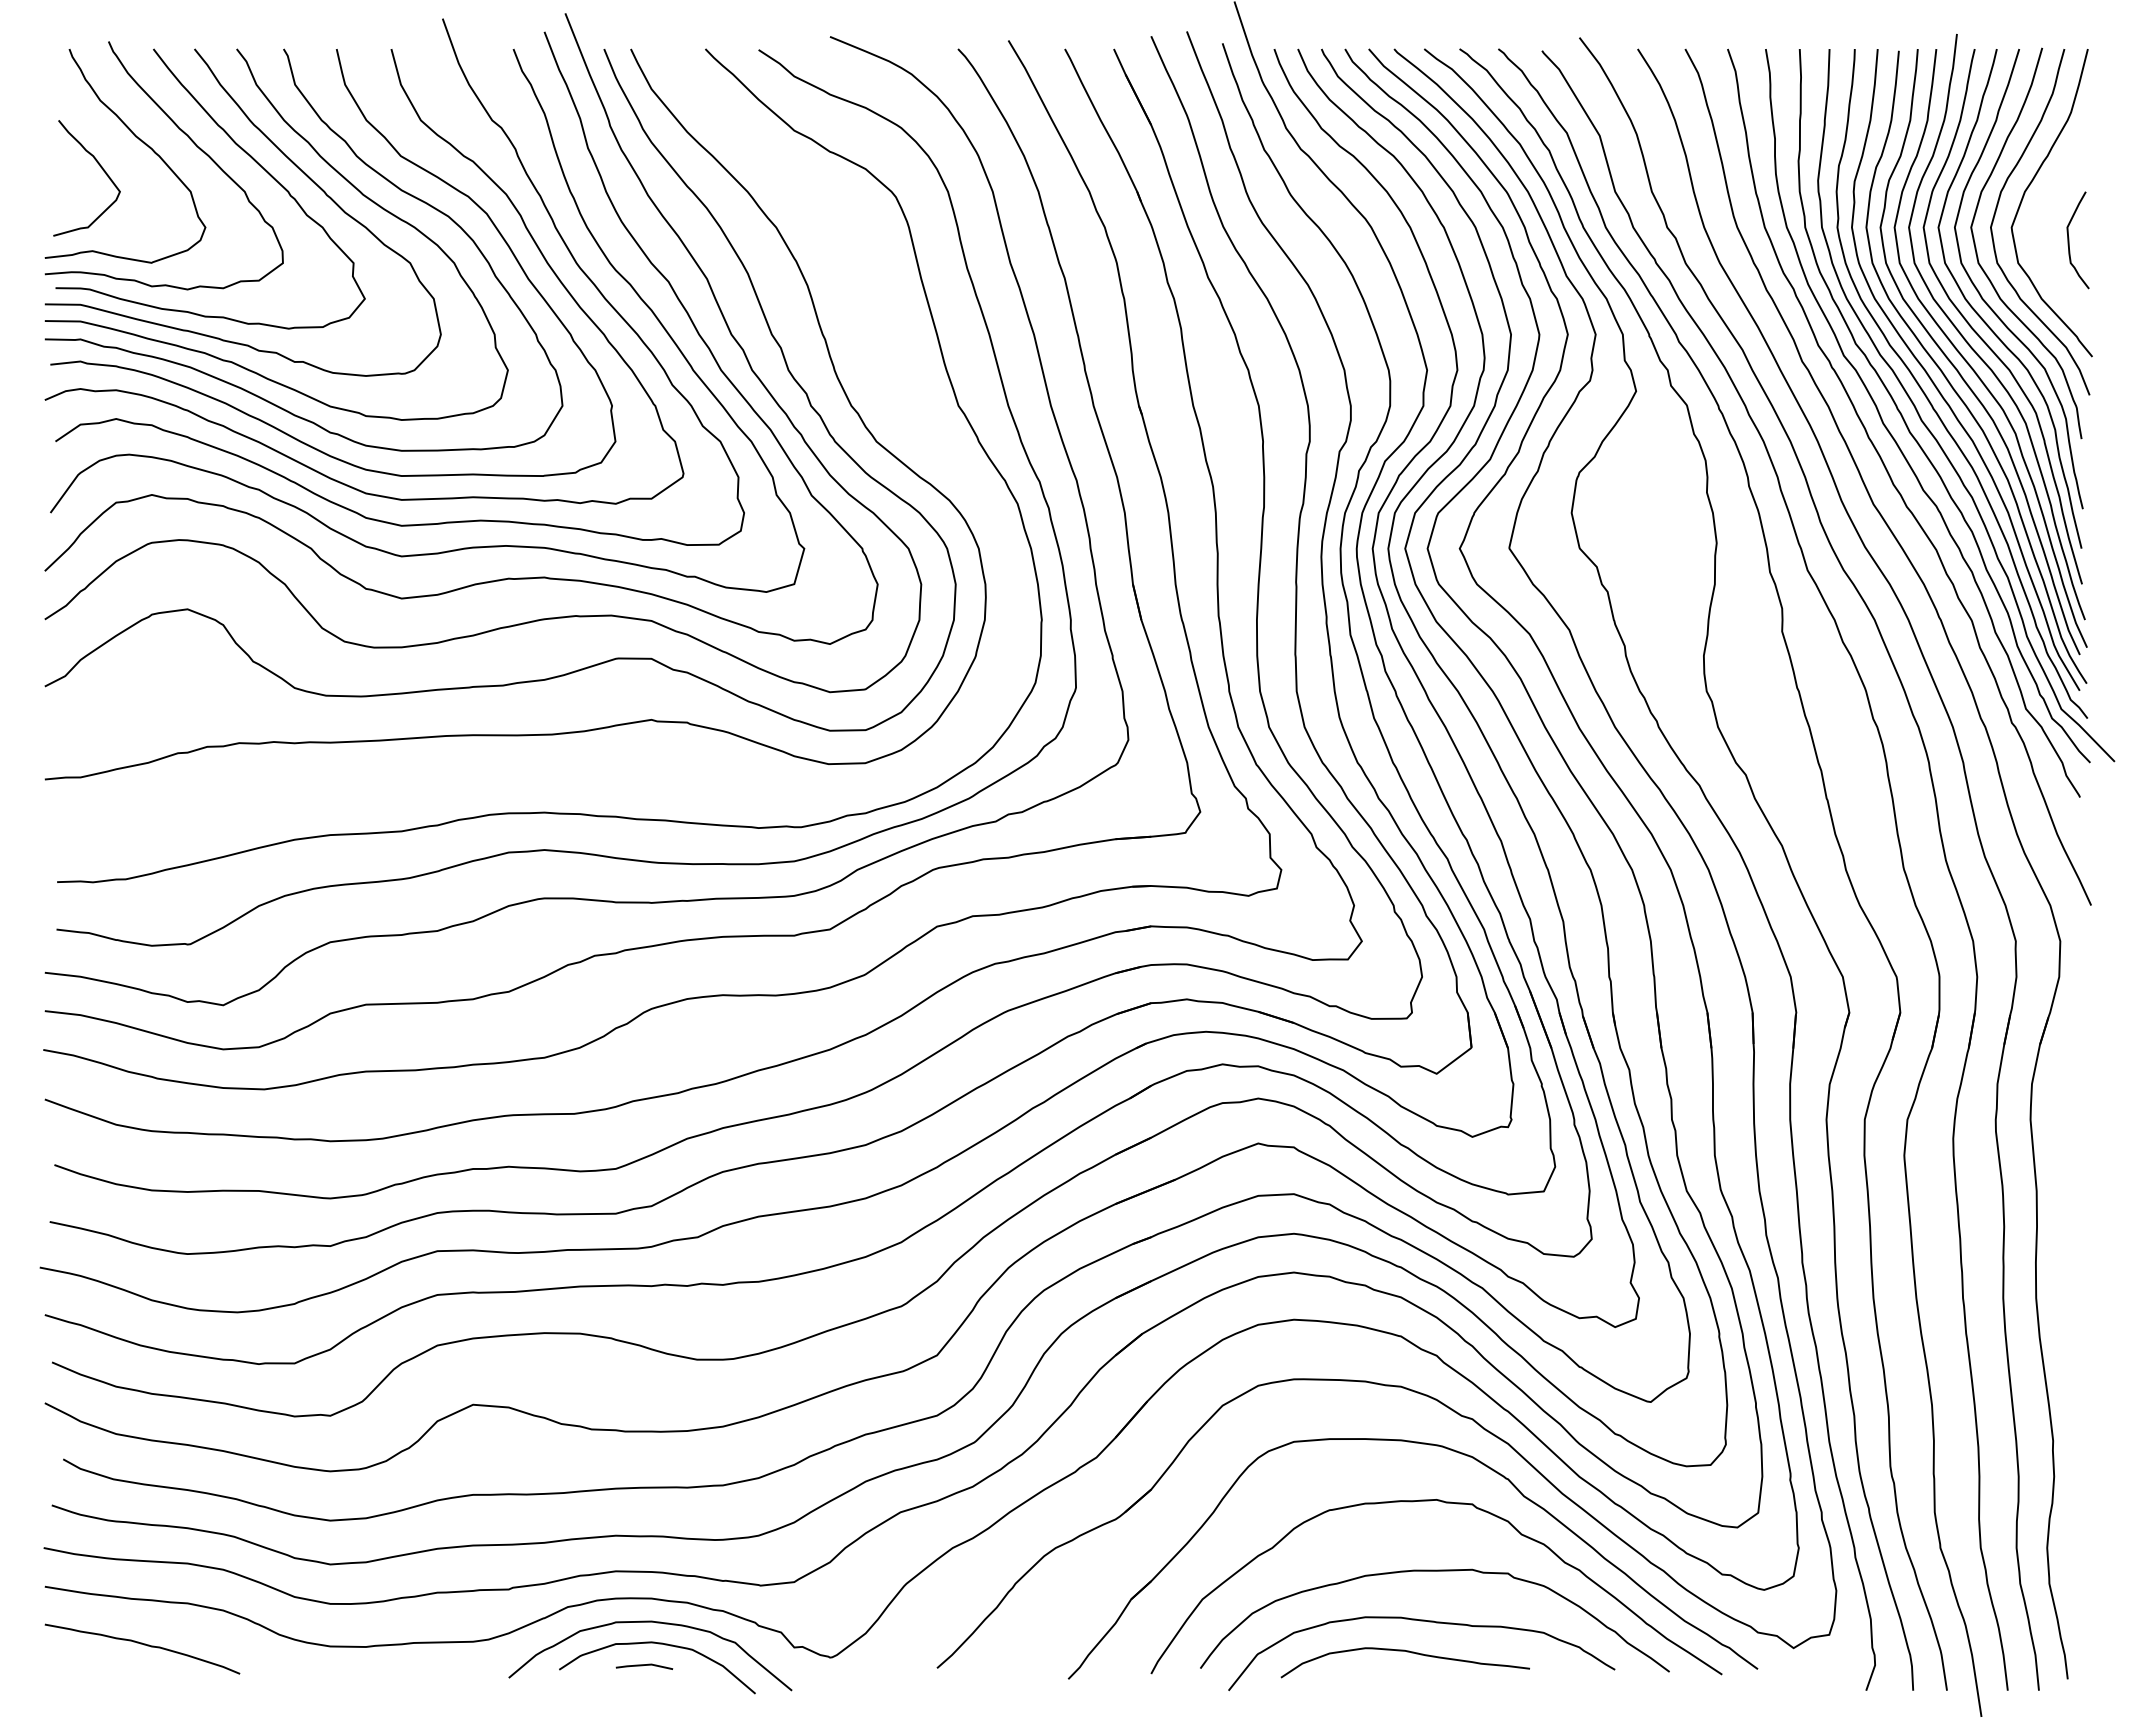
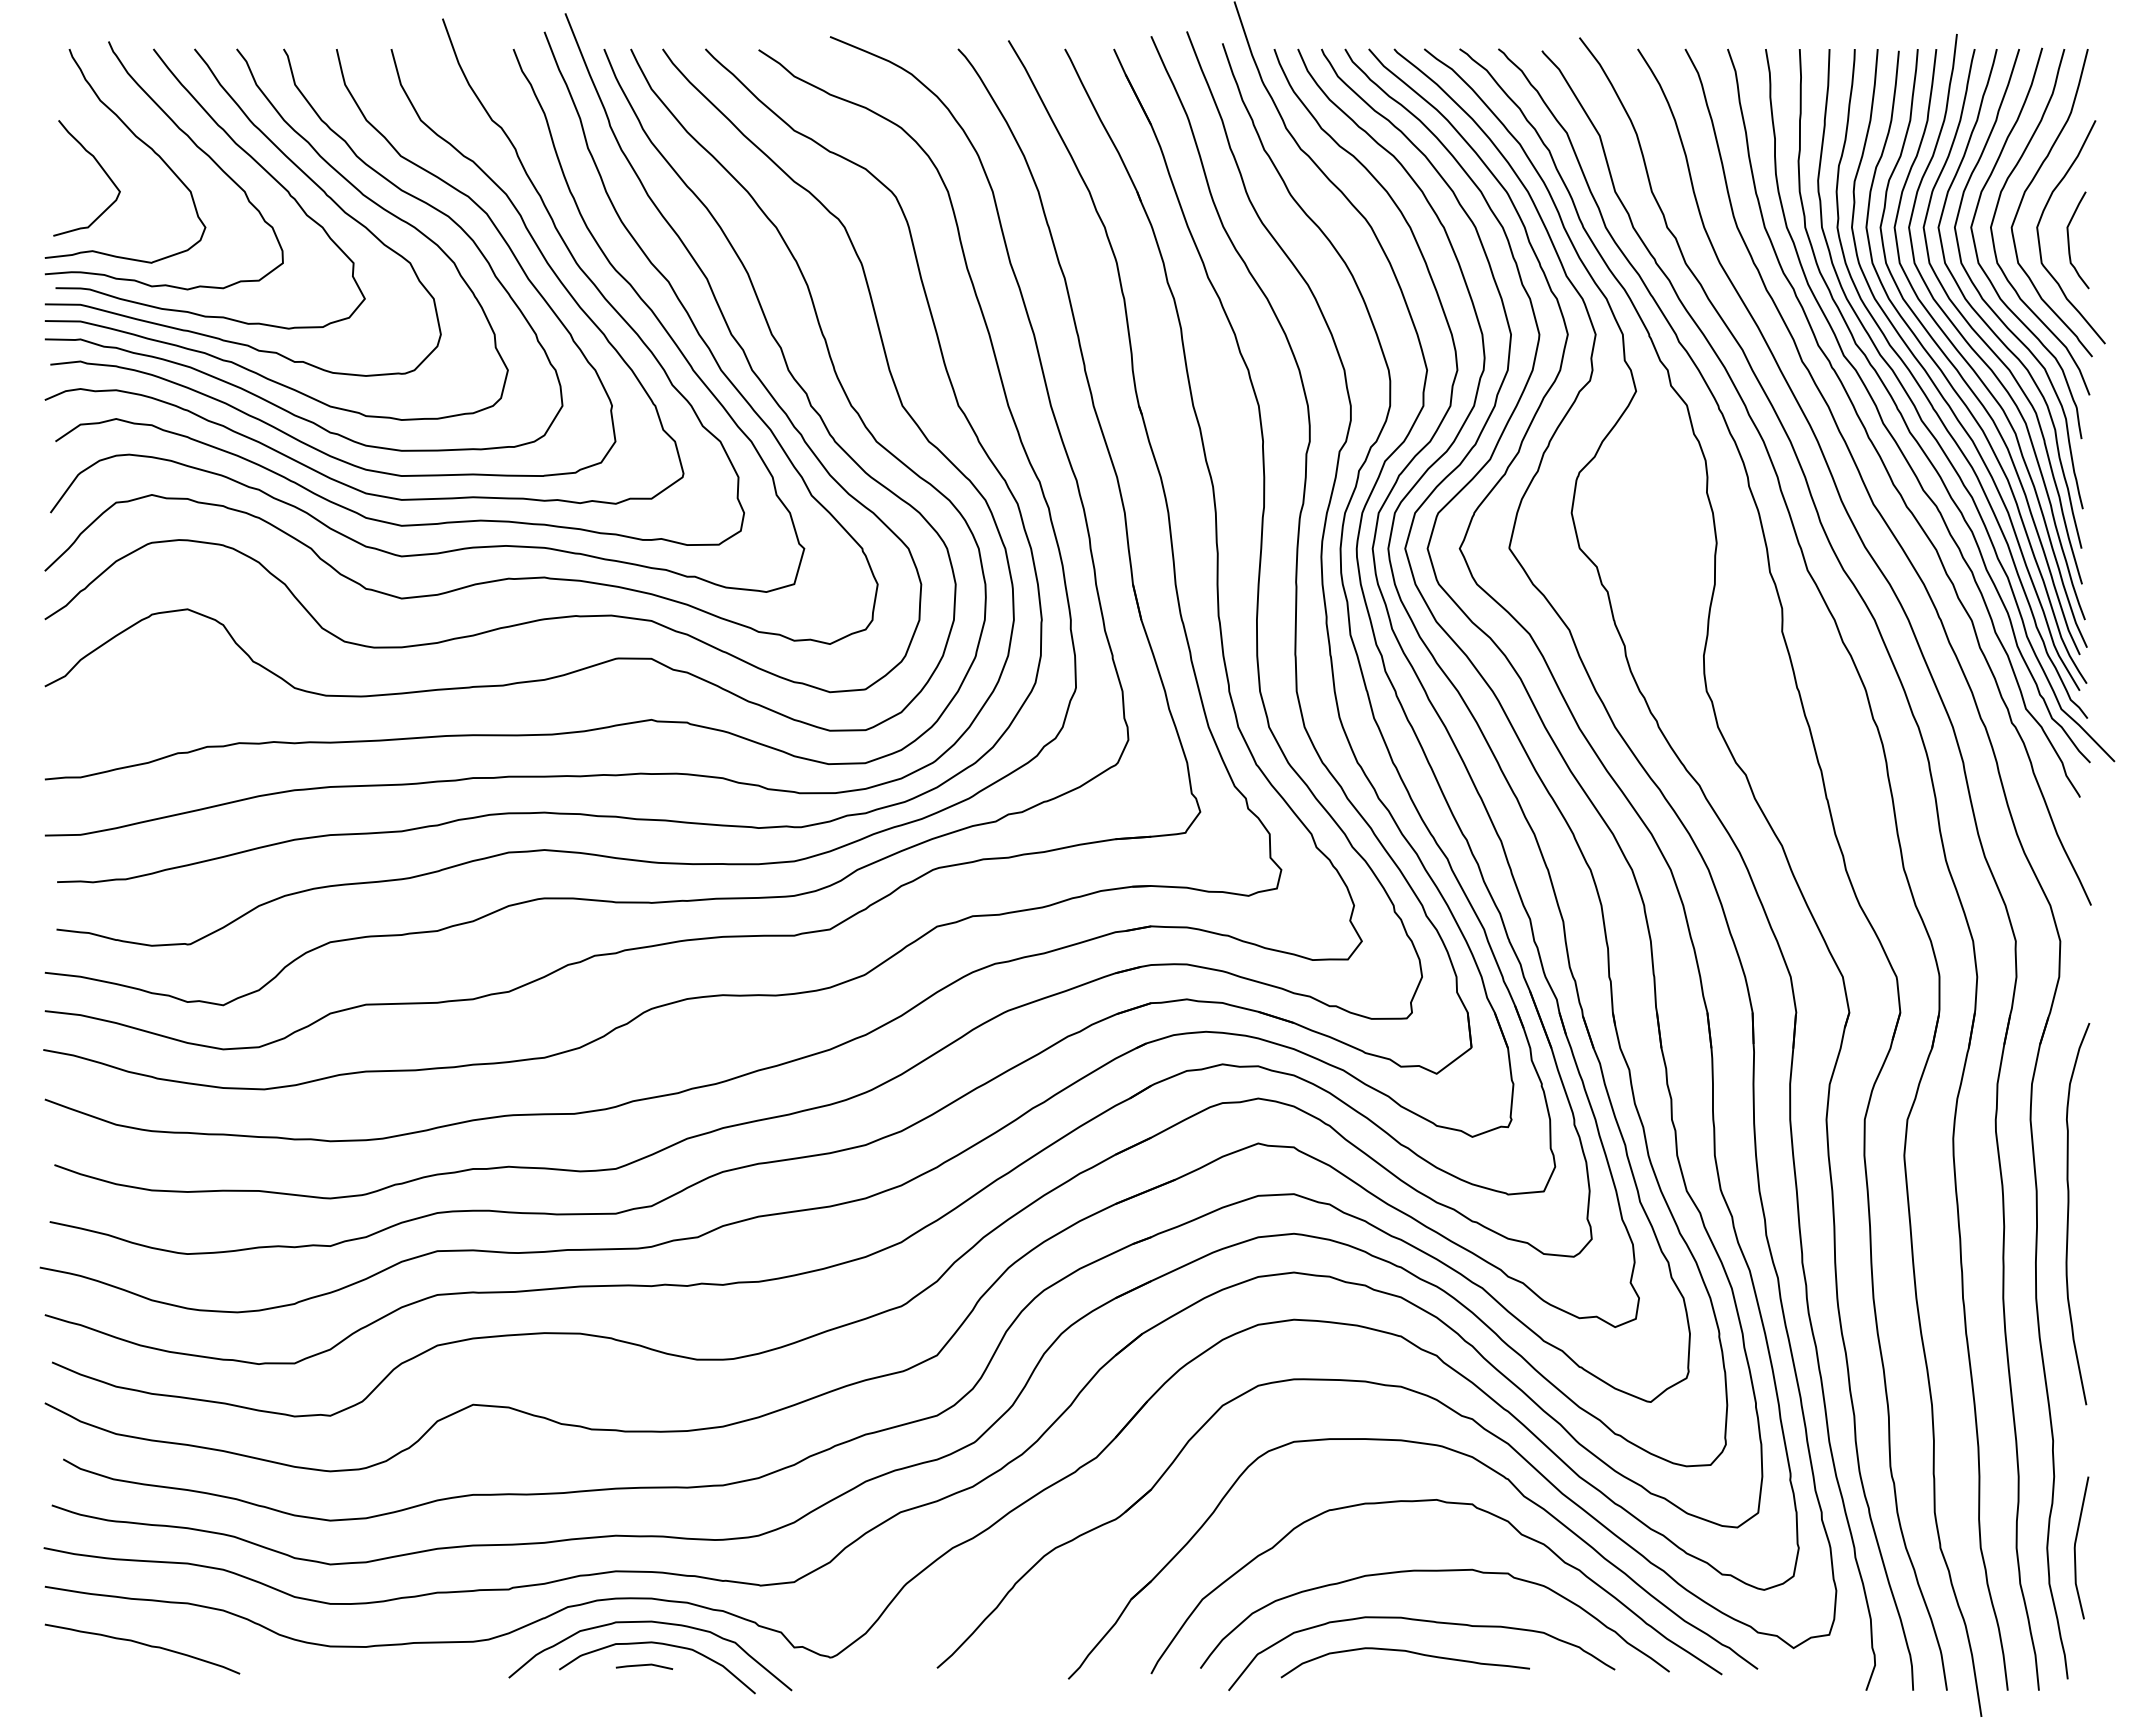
curve at (2039, 235): none -> present
curve at (529, 775): none -> present
curve at (2069, 1210): none -> present
line at (2075, 1547): none -> present
